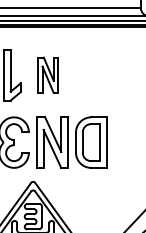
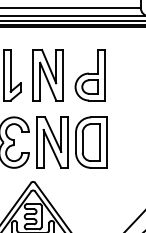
part at (47, 74) size: 22x38 px -> 32x53 px
part at (89, 75): none -> present
